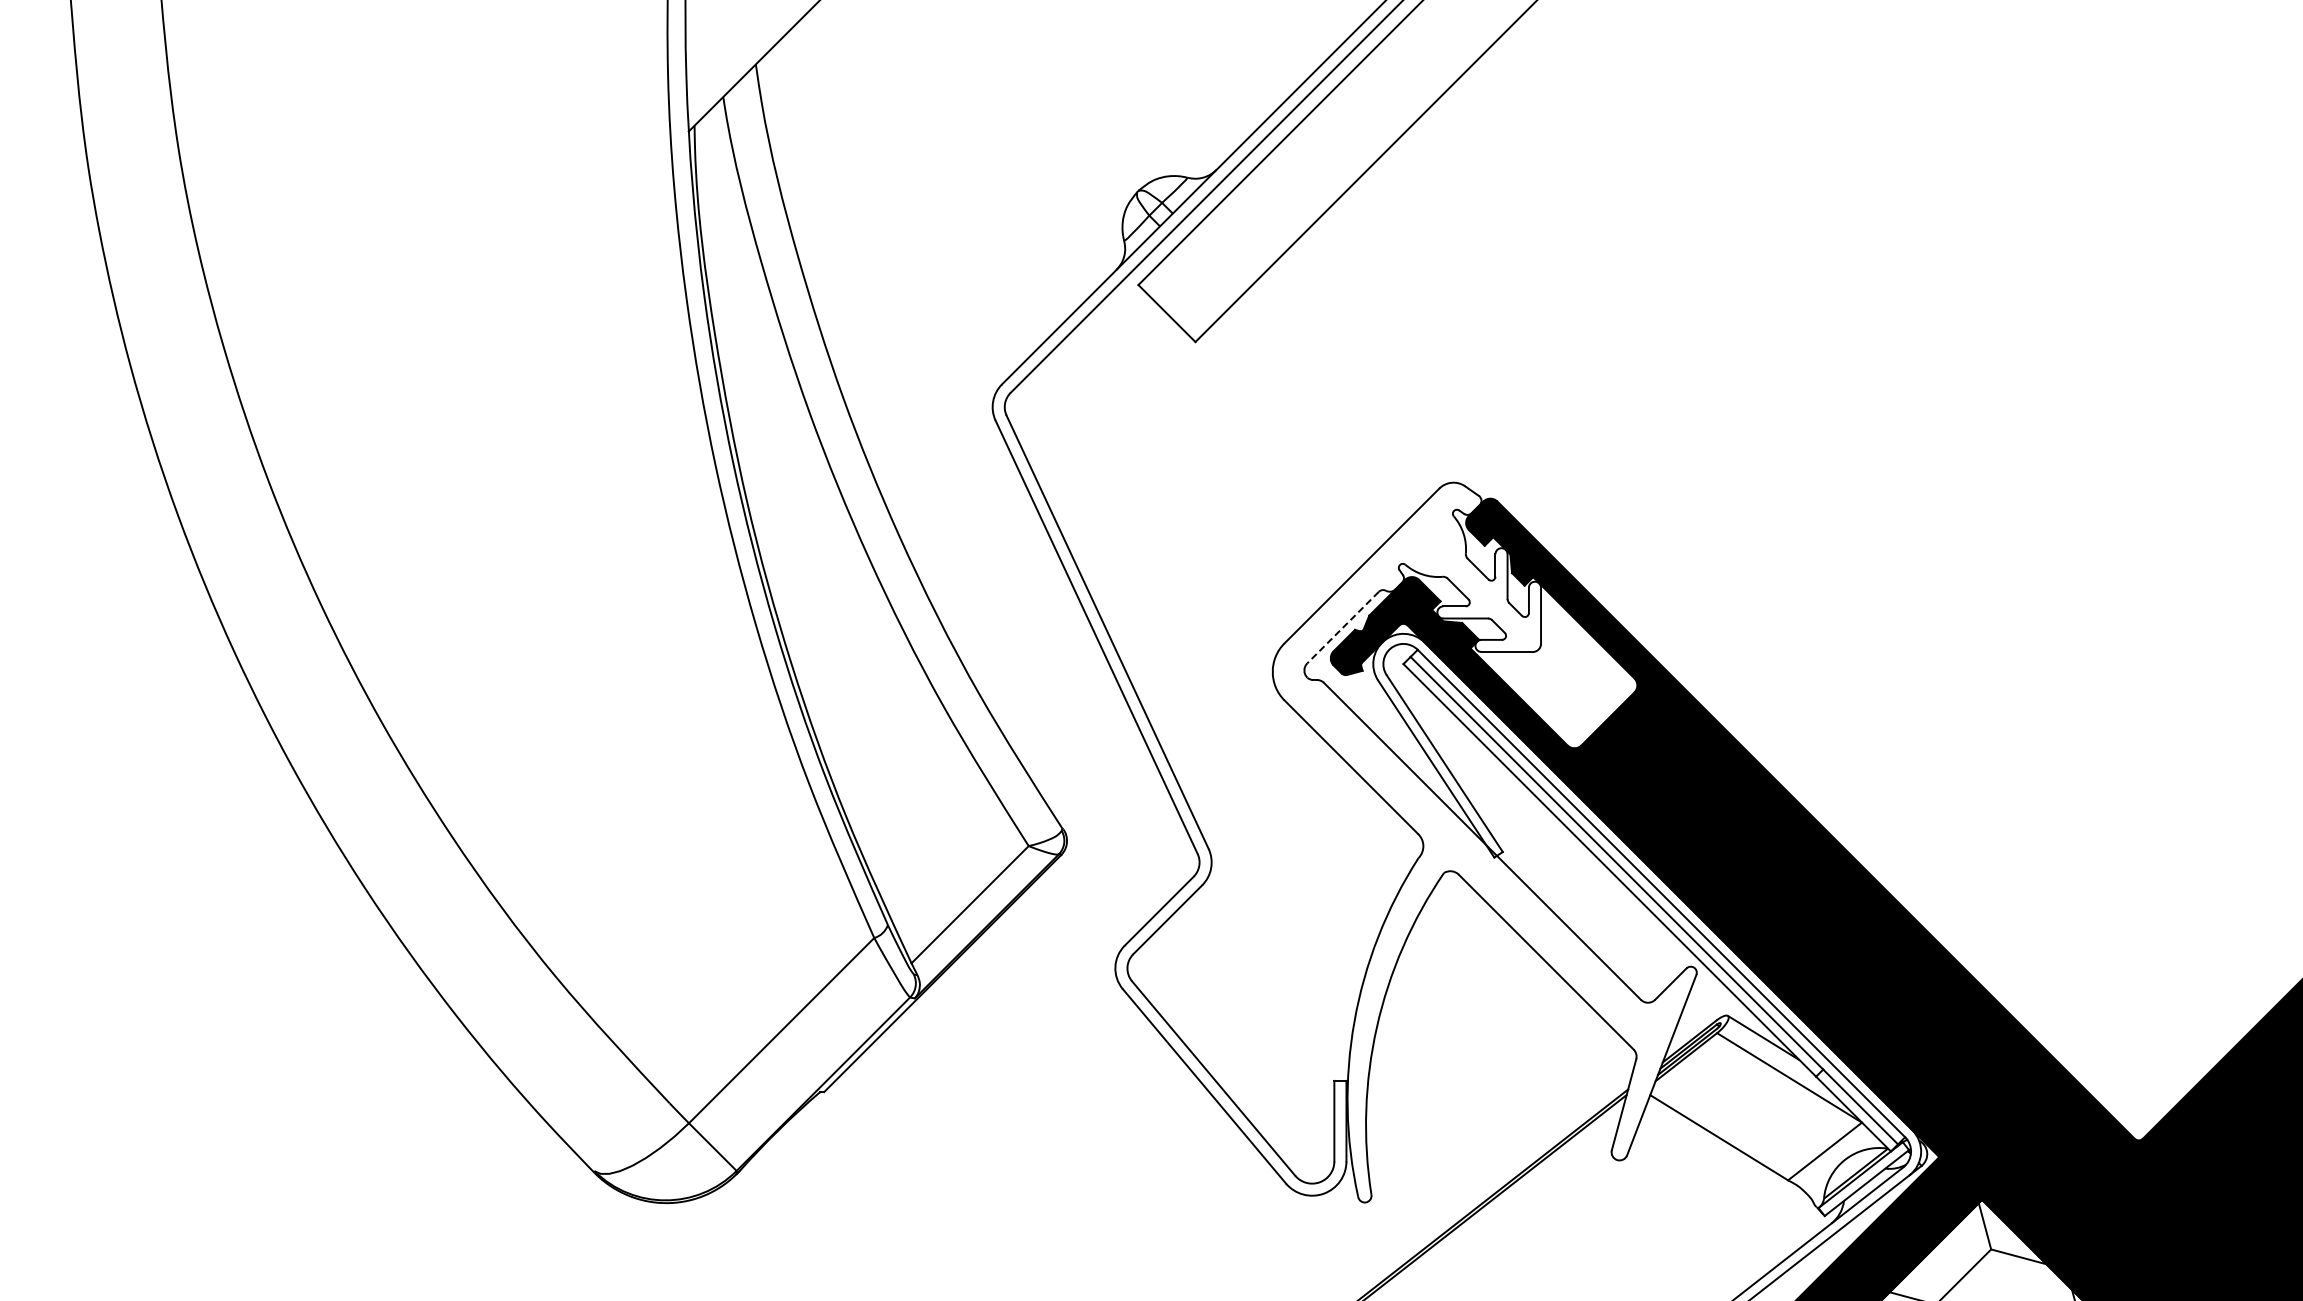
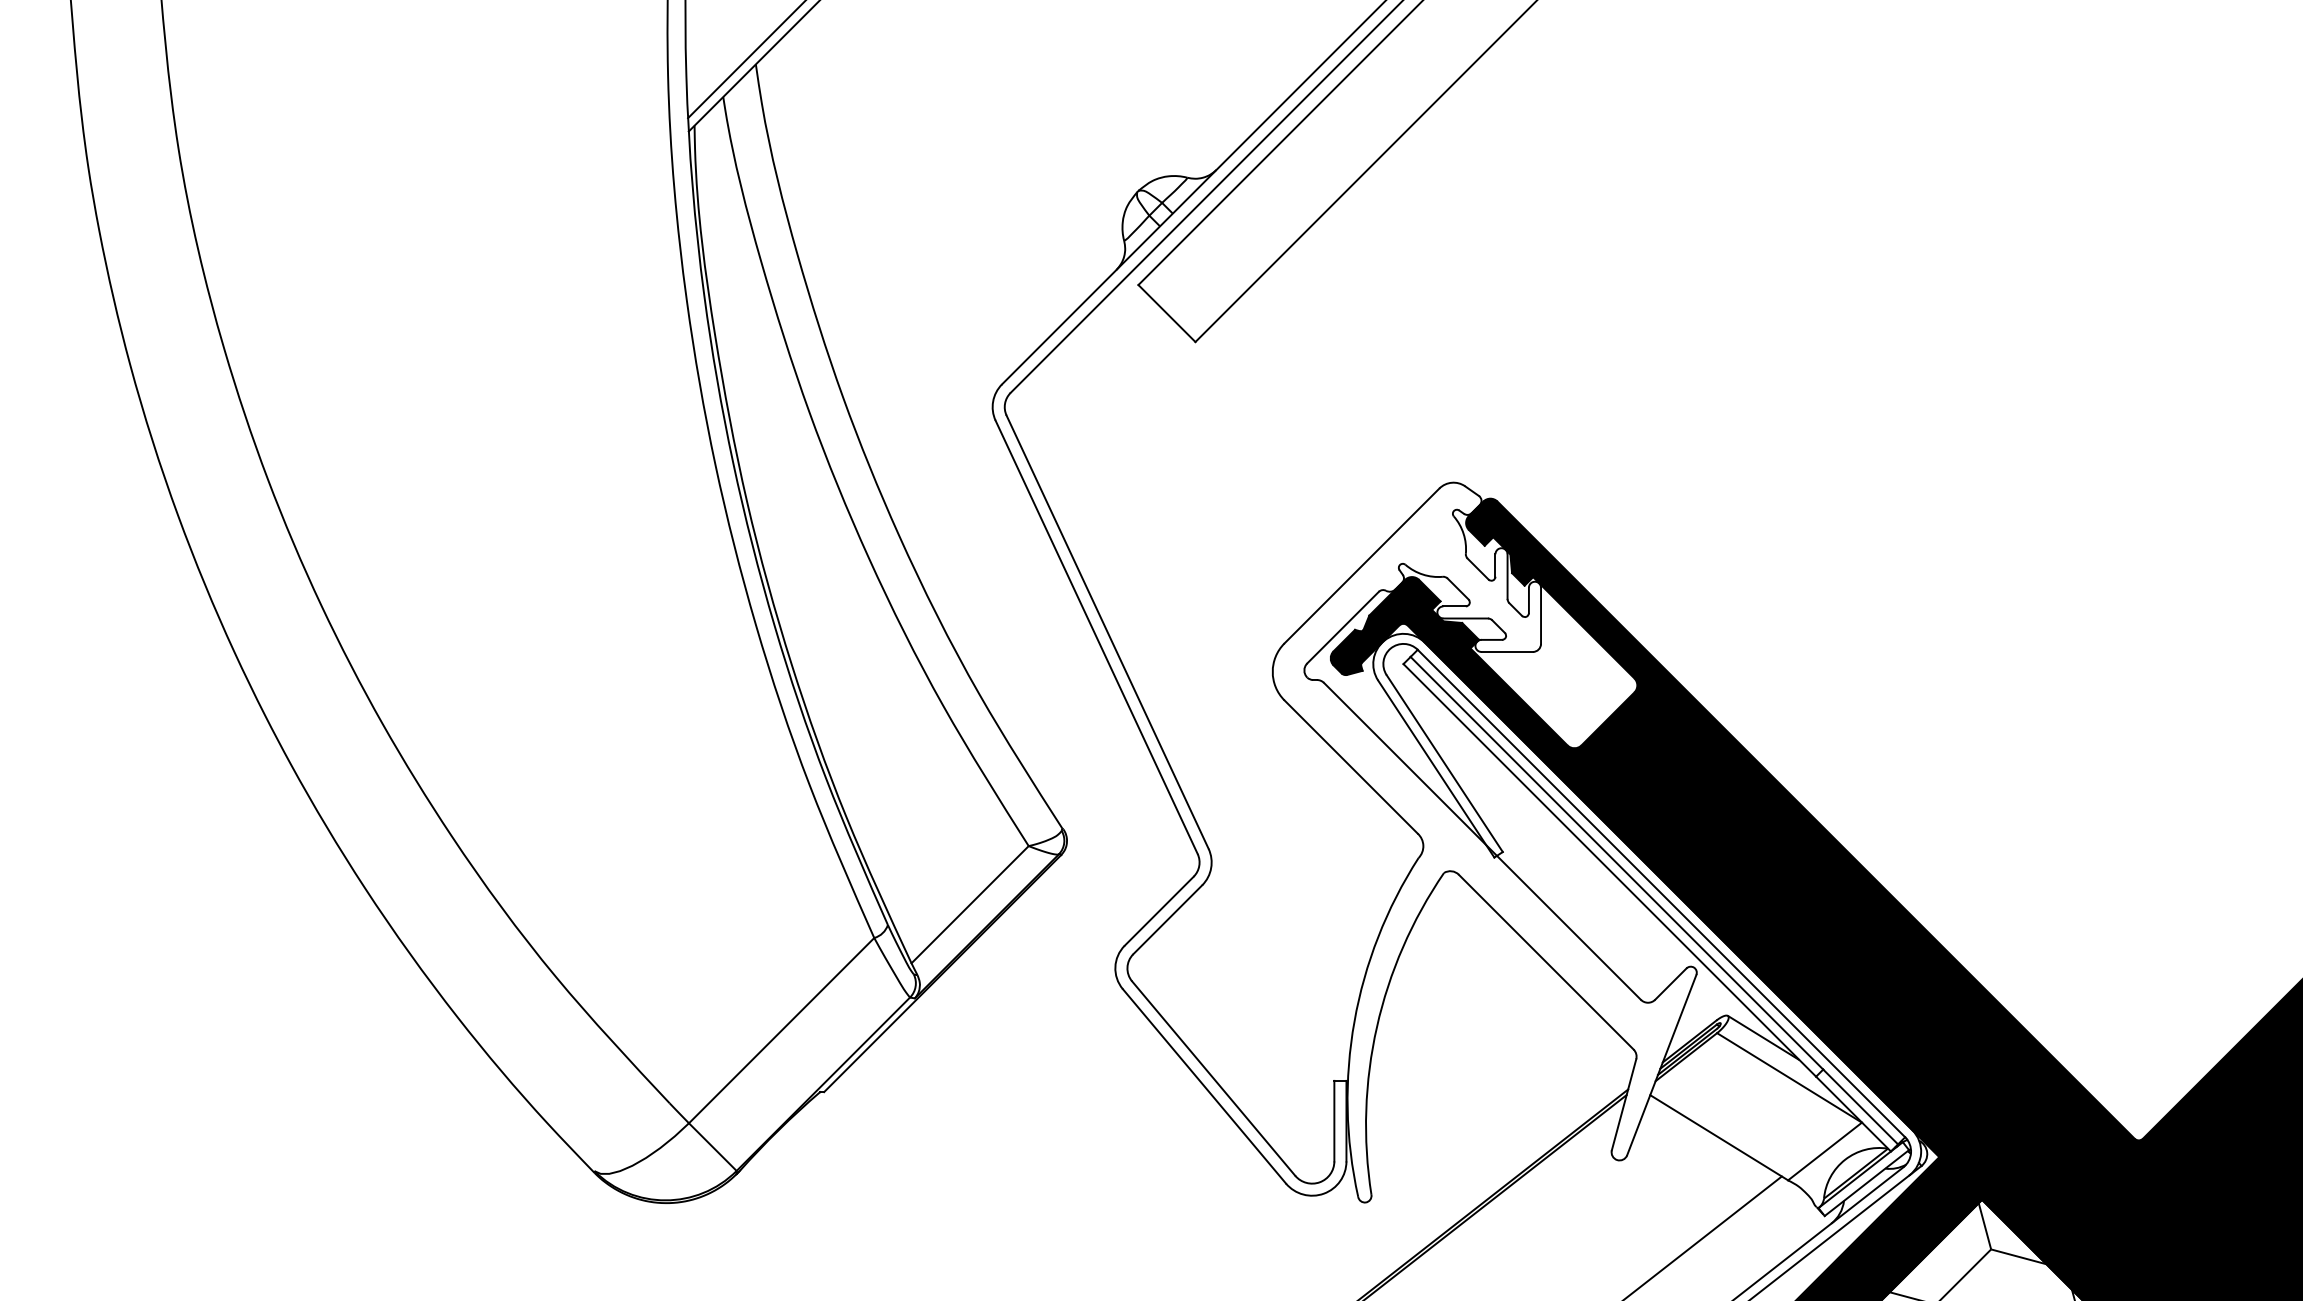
line at (746, 60): none -> present
line at (1343, 627): dashed -> solid
line at (1703, 1236): none -> present
